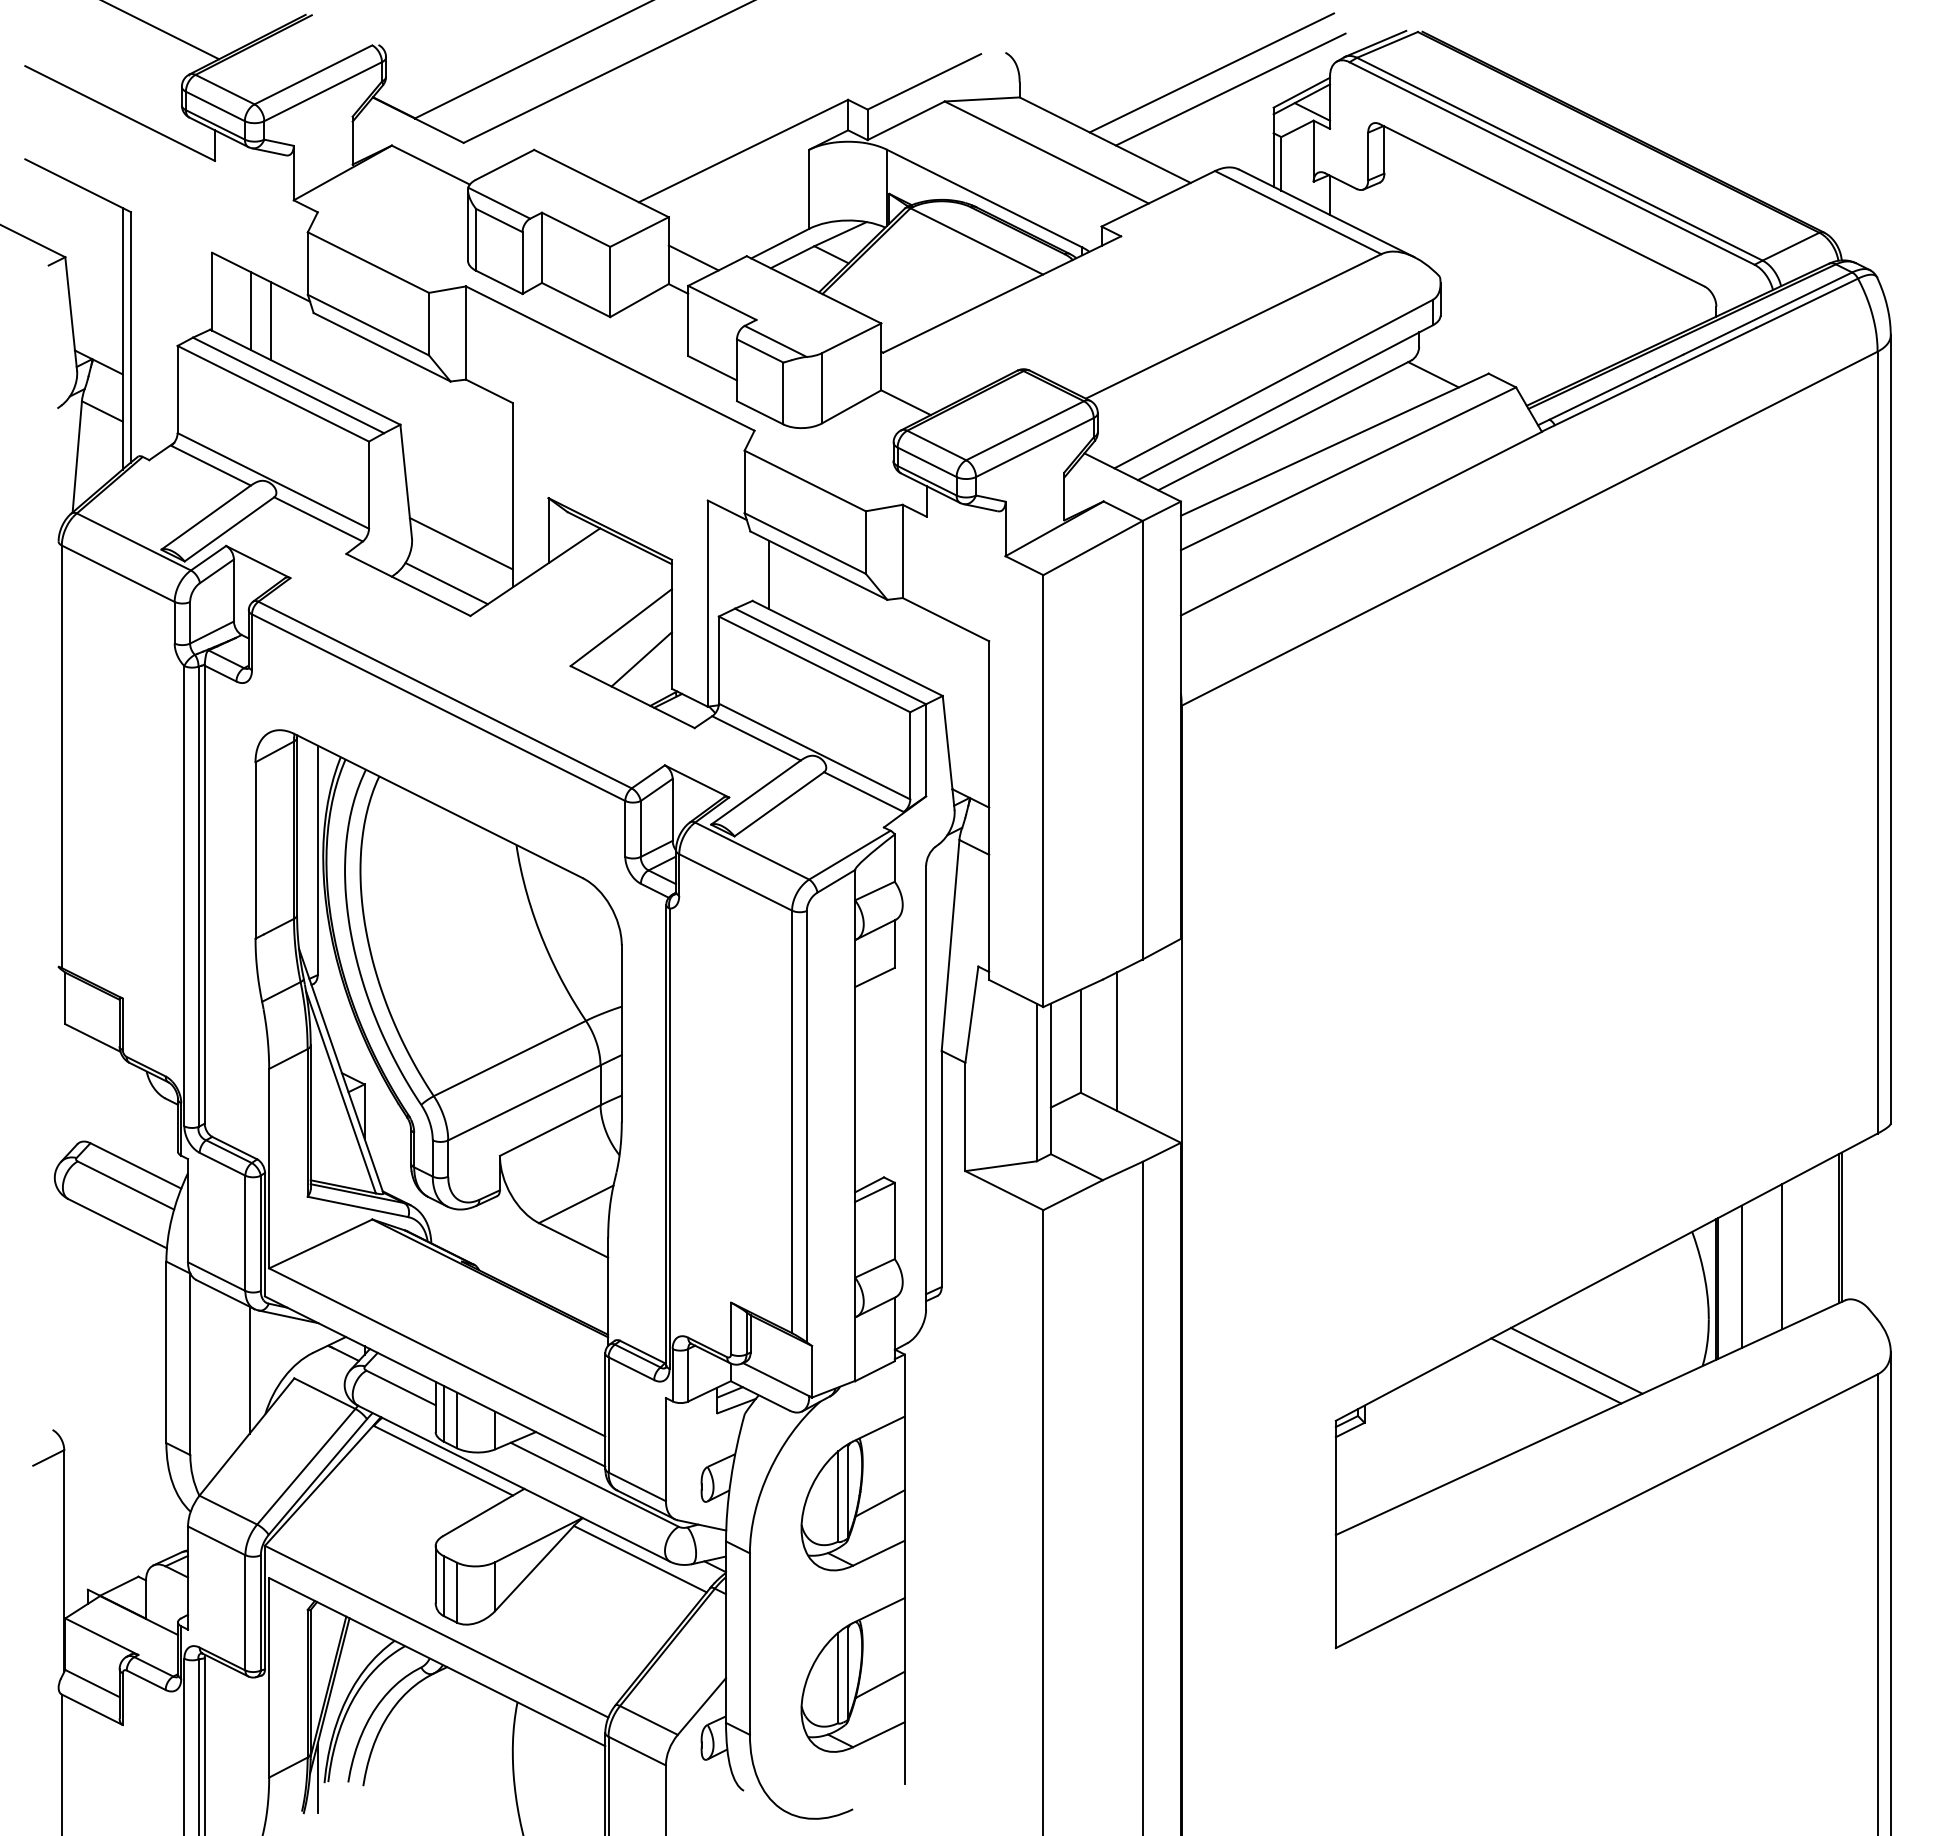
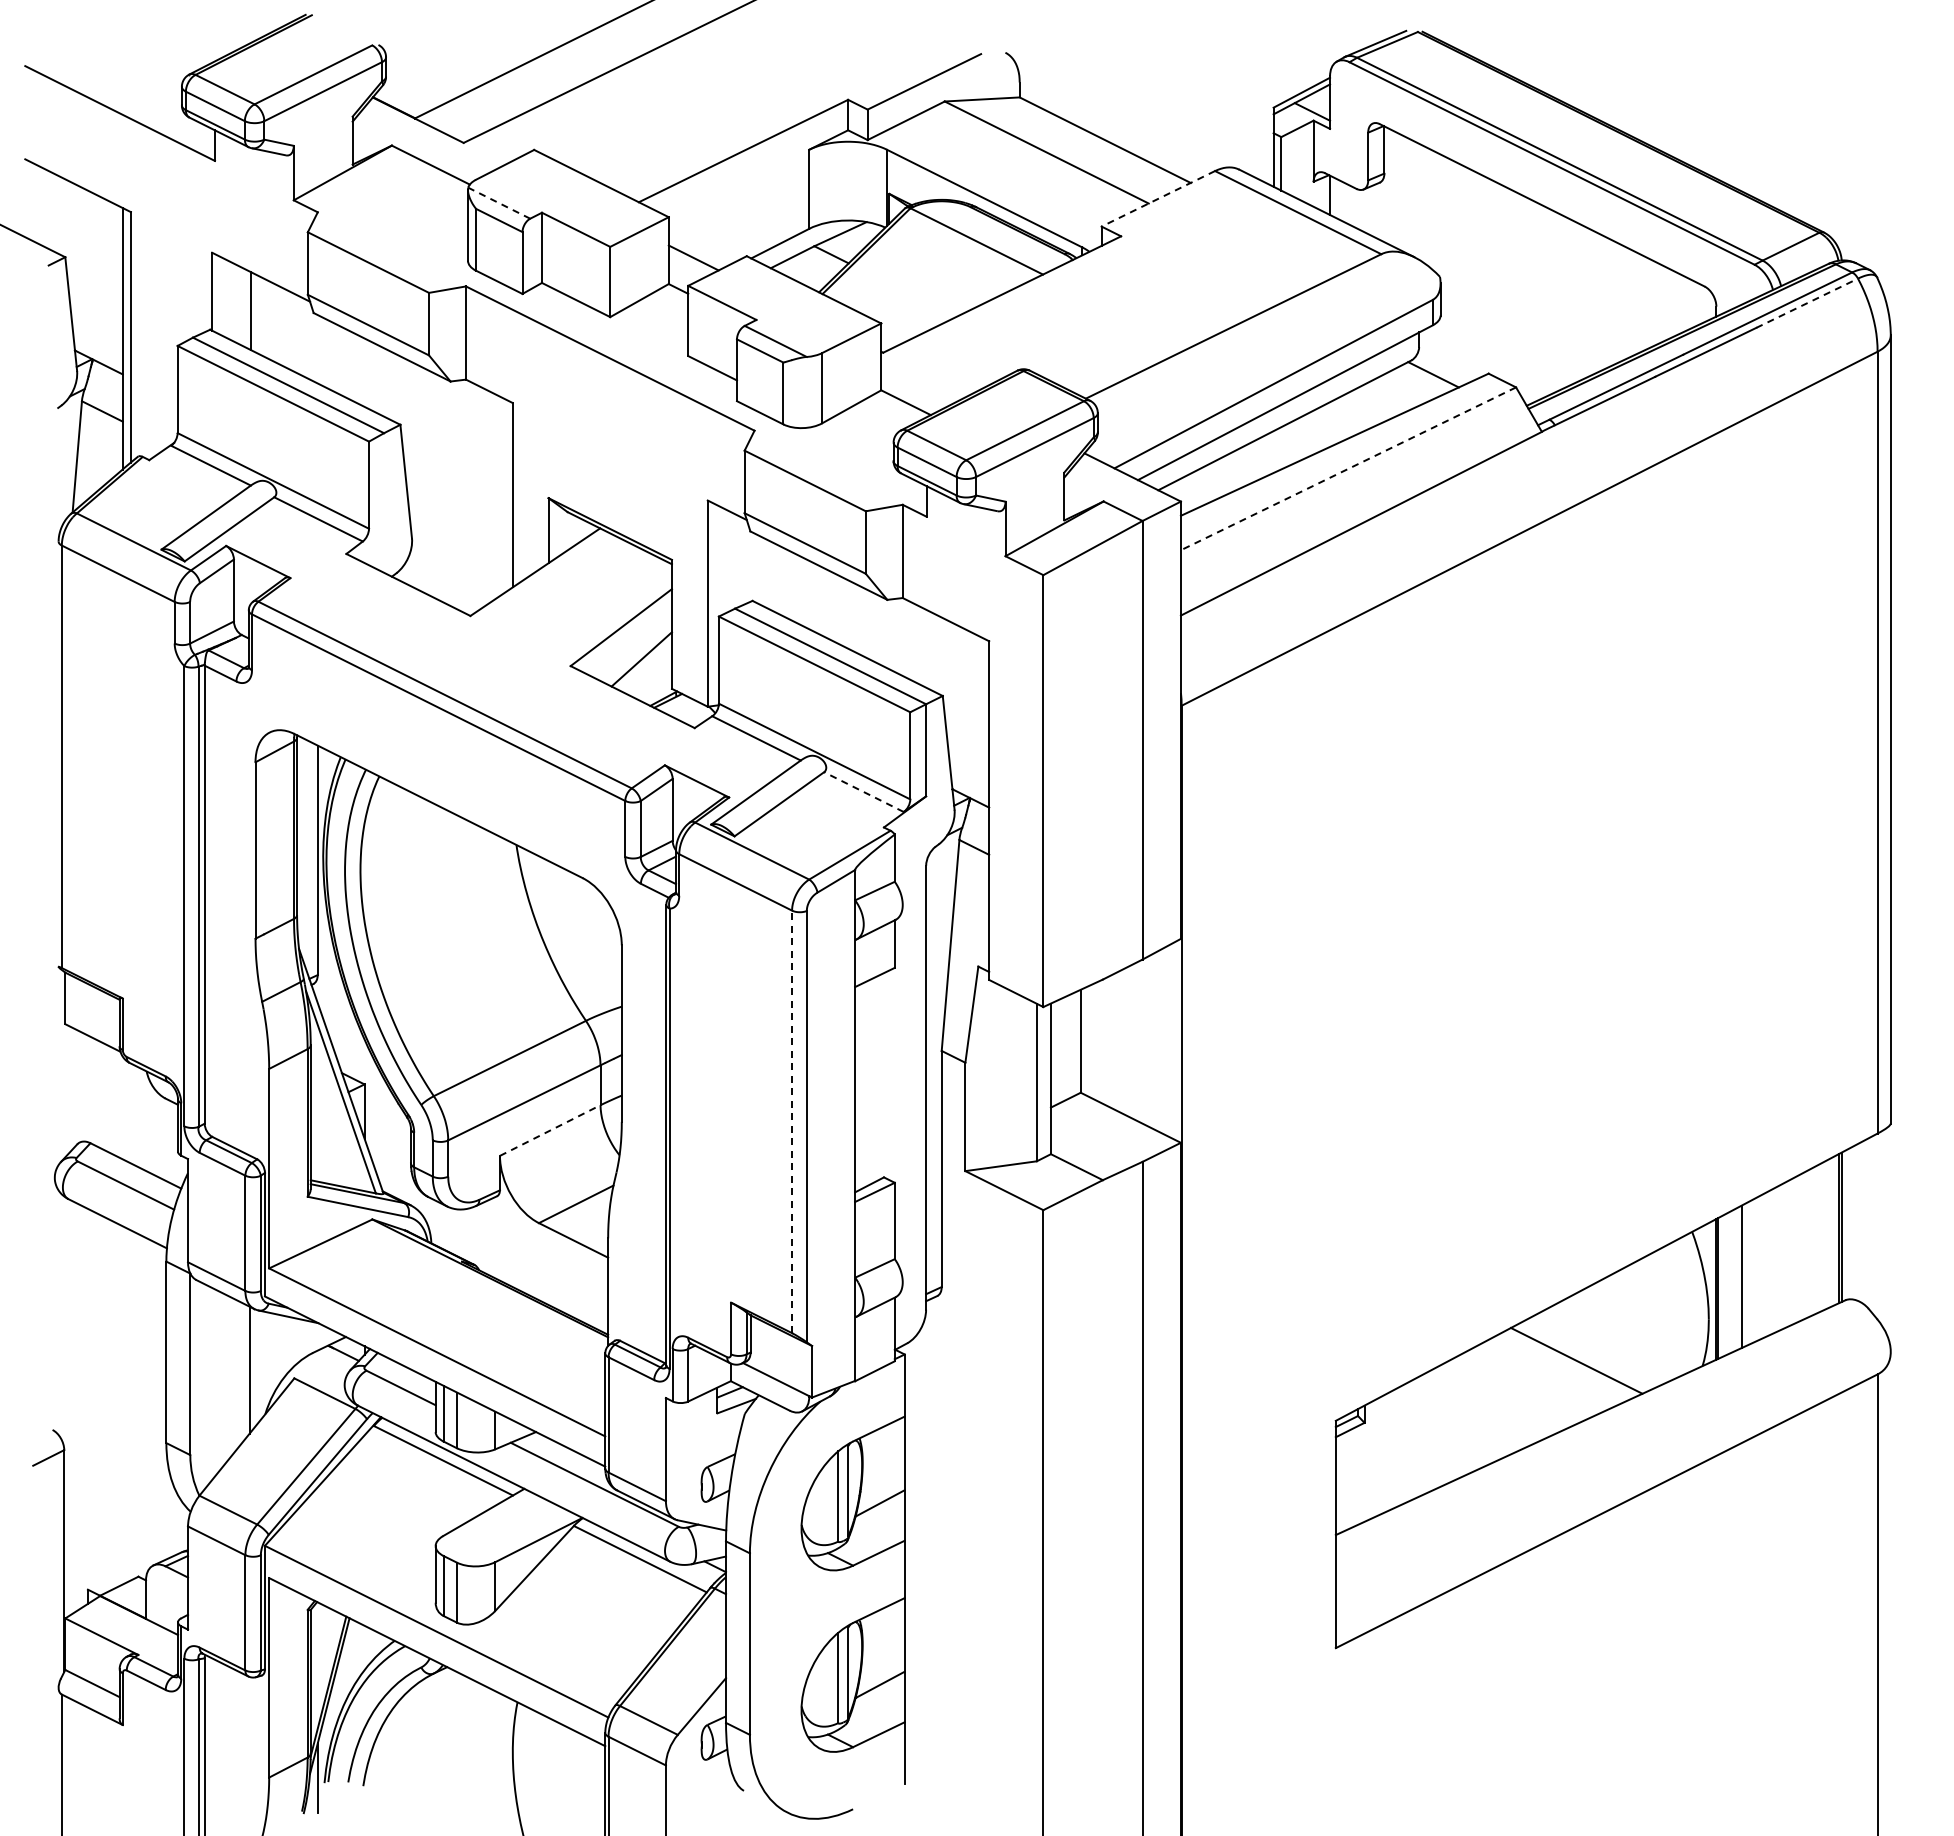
line at (161, 30): present -> none
line at (1211, 72): present -> none
line at (1230, 89): present -> none
line at (1157, 199): solid -> dashed
line at (499, 203): solid -> dashed
line at (1807, 303): solid -> dashed
line at (270, 321): present -> none
line at (1348, 469): solid -> dashed
line at (460, 543): present -> none
line at (769, 574): present -> none
line at (446, 583): present -> none
line at (863, 791): solid -> dashed
line at (1117, 1041): present -> none
line at (792, 1121): solid -> dashed
line at (550, 1130): solid -> dashed
line at (1782, 1256): present -> none
line at (1556, 1370): present -> none
line at (1890, 1591): present -> none
